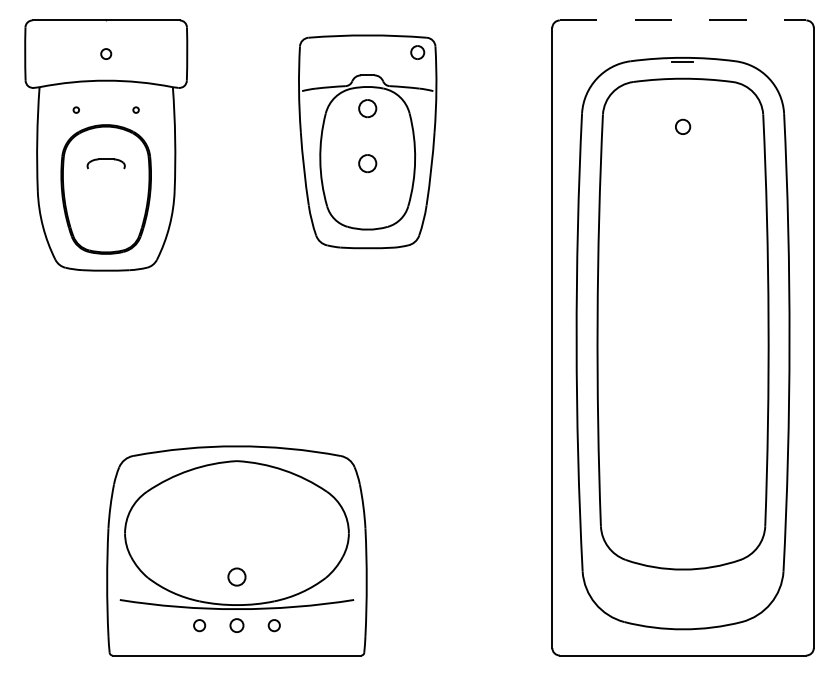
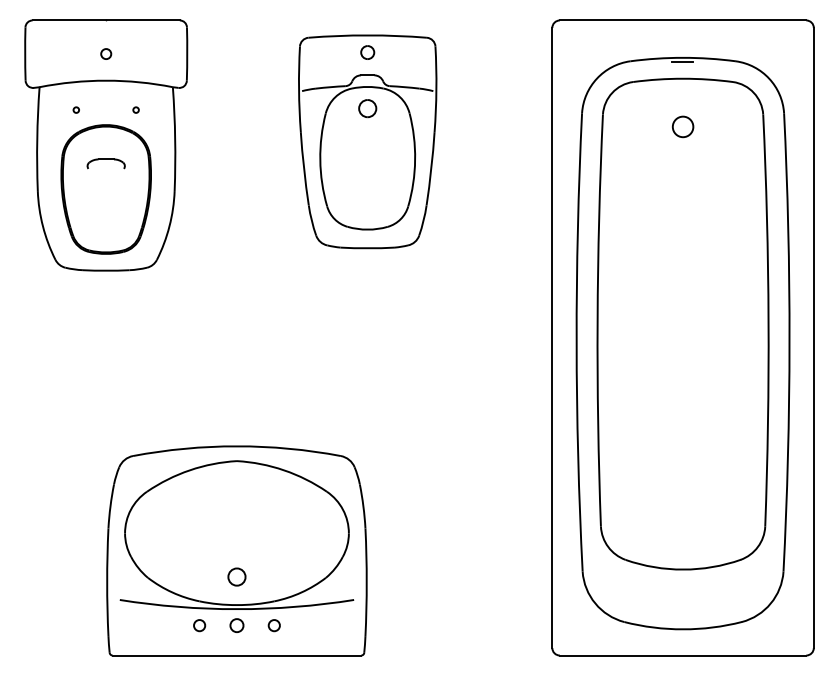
line at (683, 20): dashed -> solid
part at (417, 52) position: (417, 52) -> (367, 52)
circle at (683, 126) size: 17x17 px -> 24x24 px
part at (367, 163): present -> none
